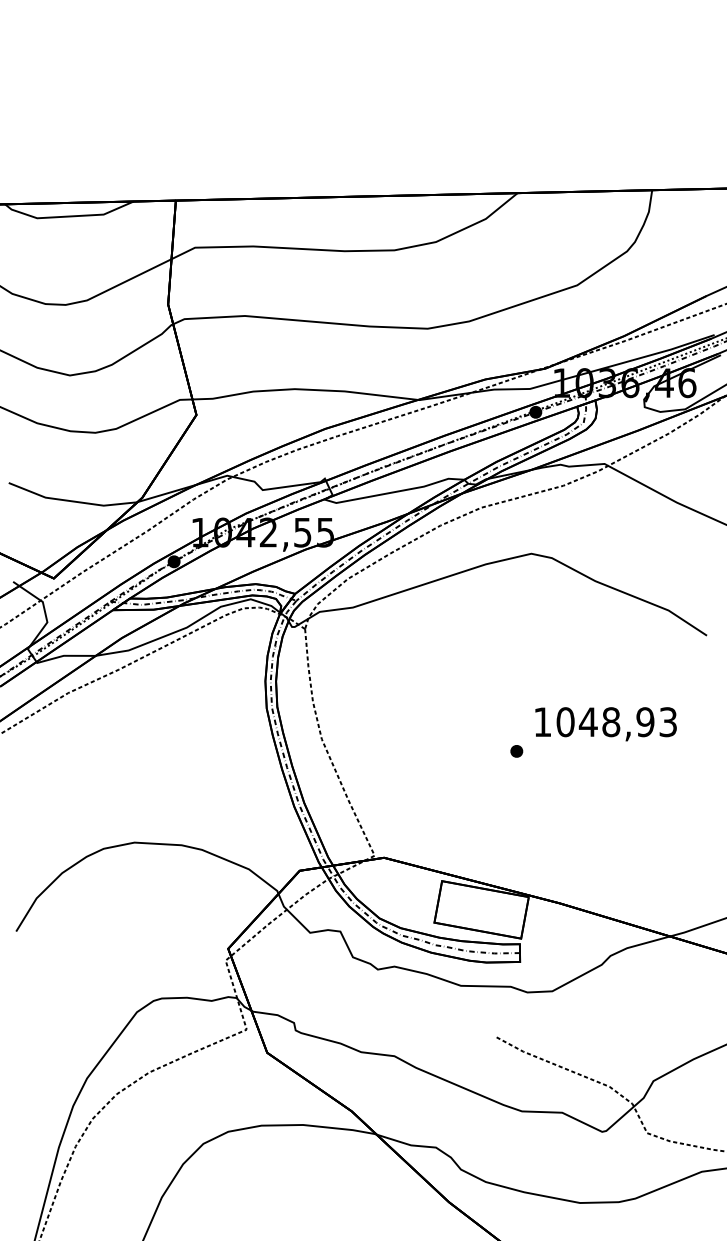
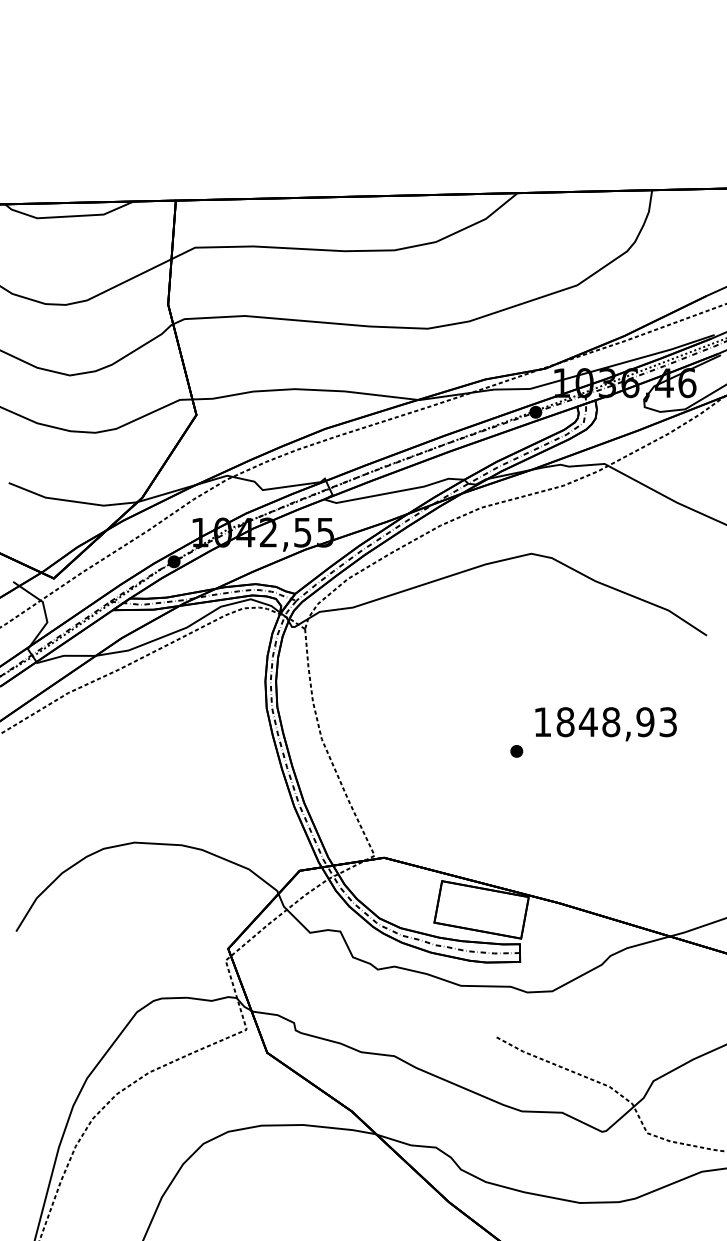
text at (565, 722): 1048,93 -> 1848,93
